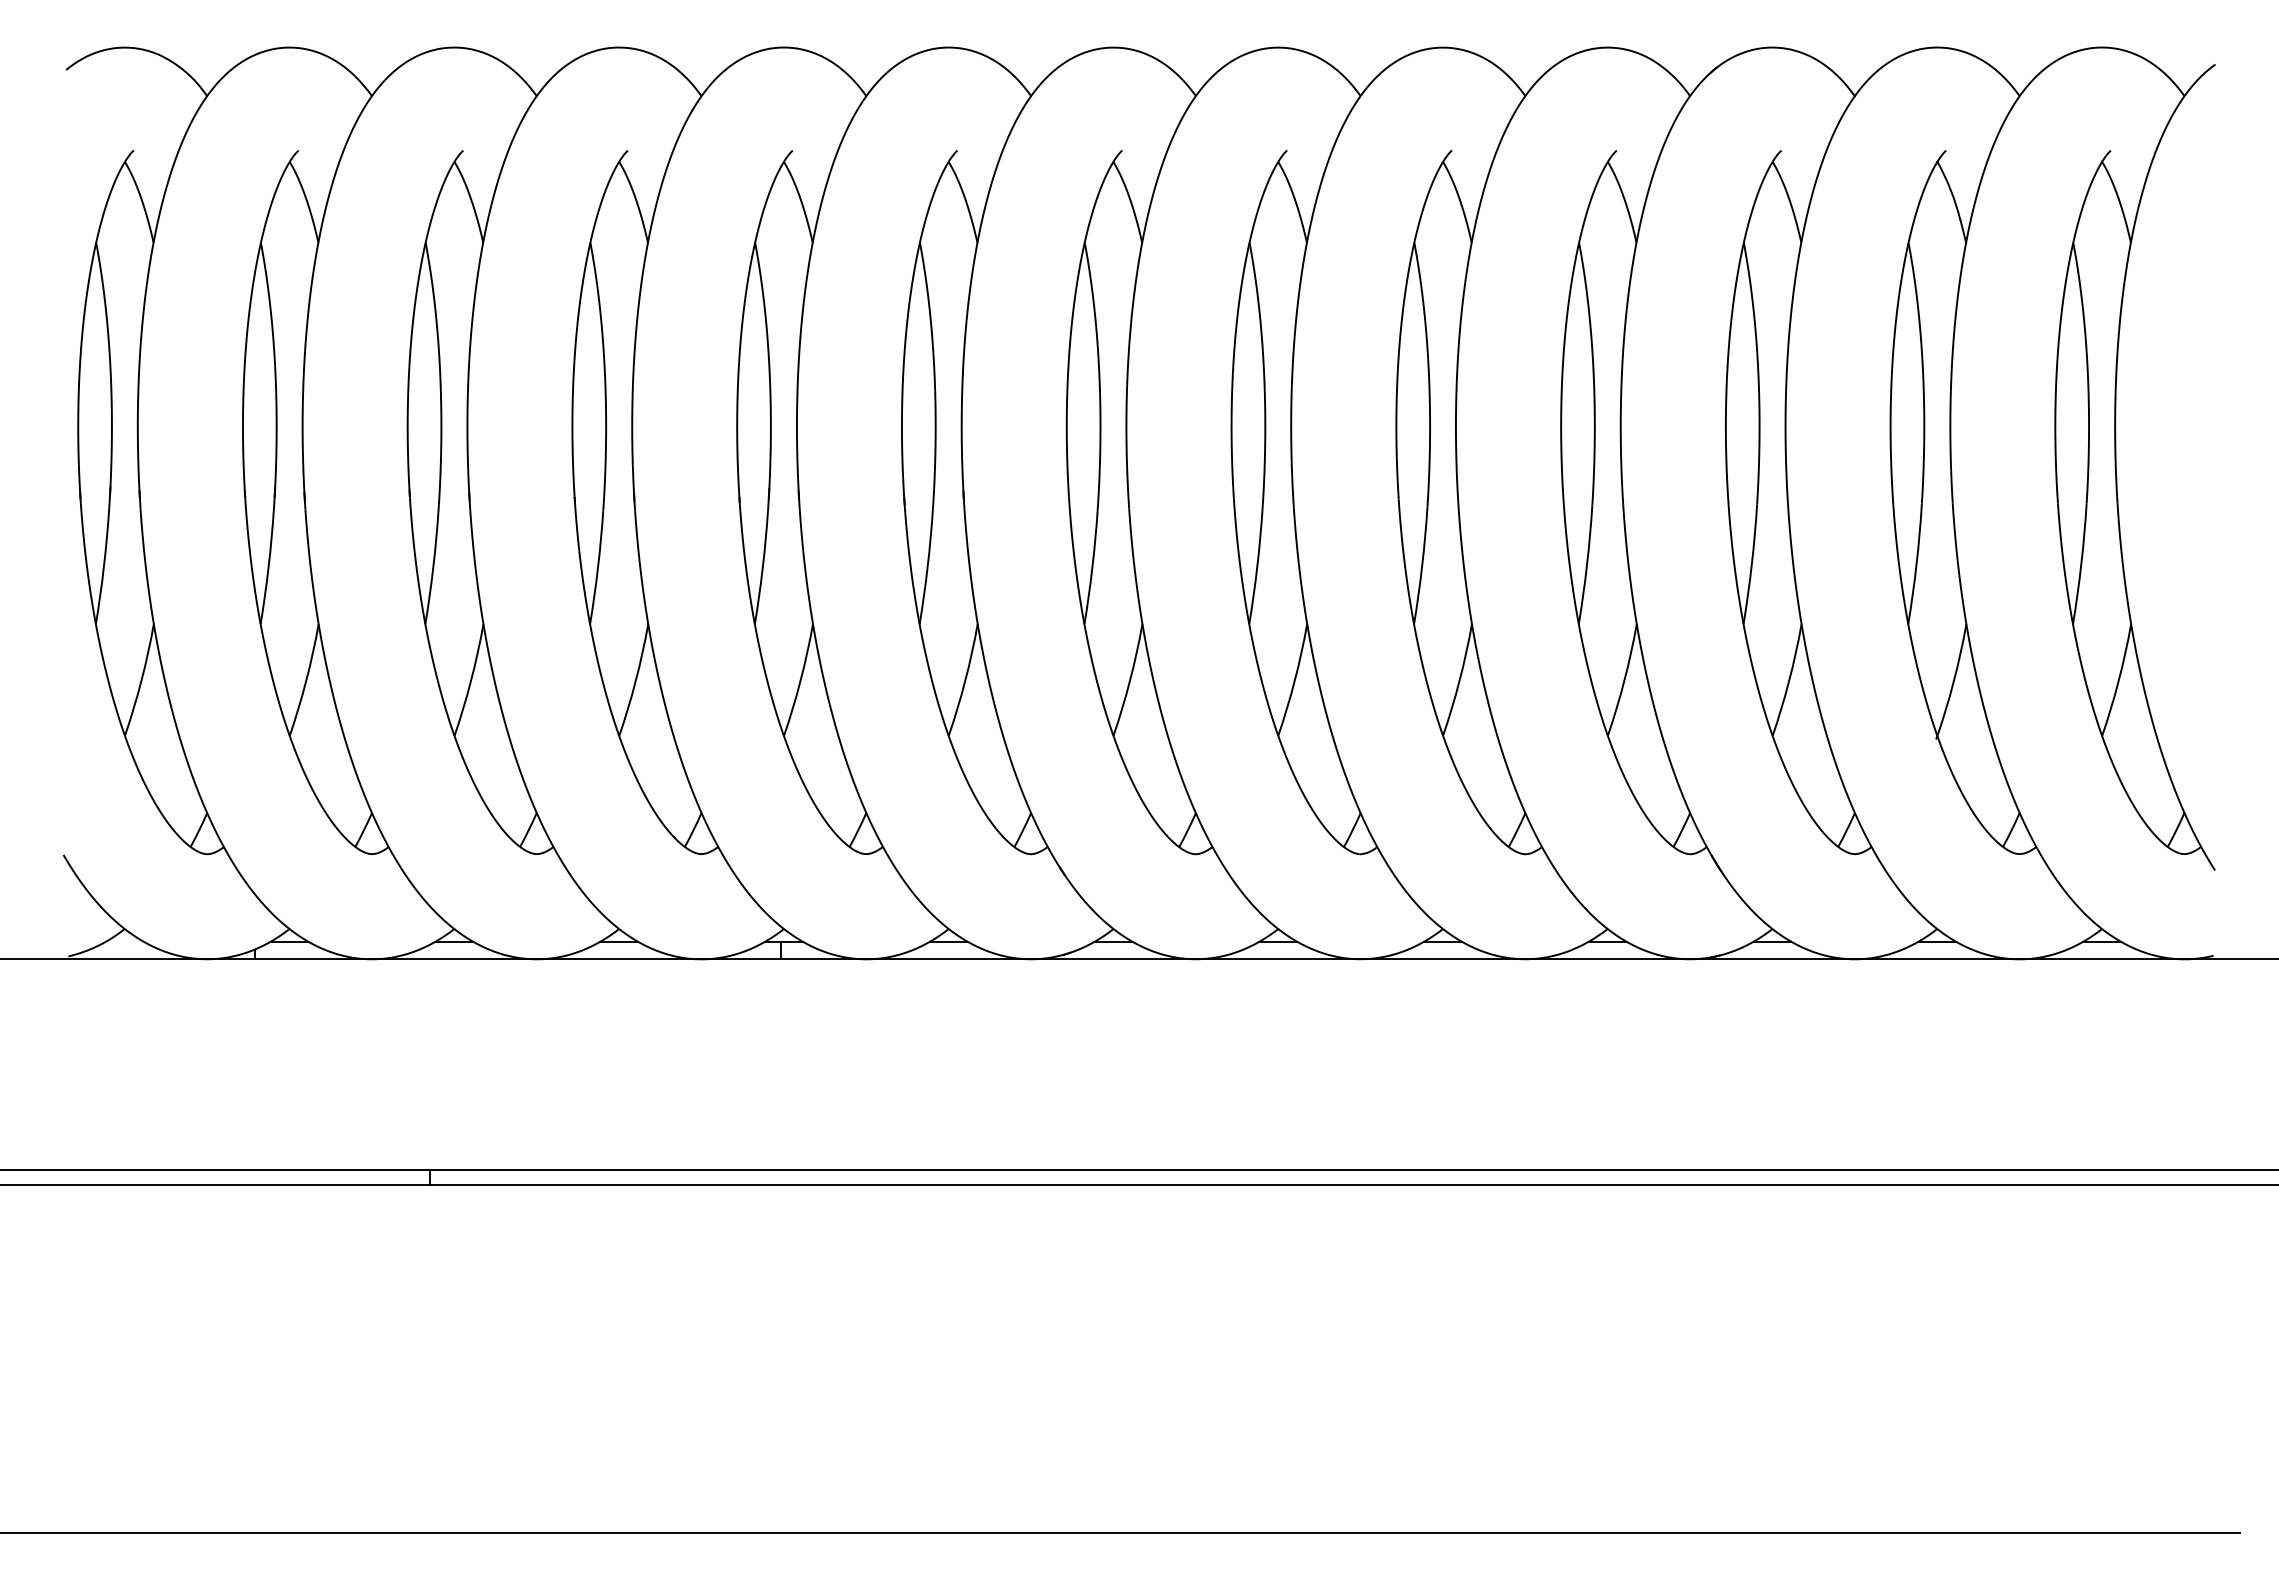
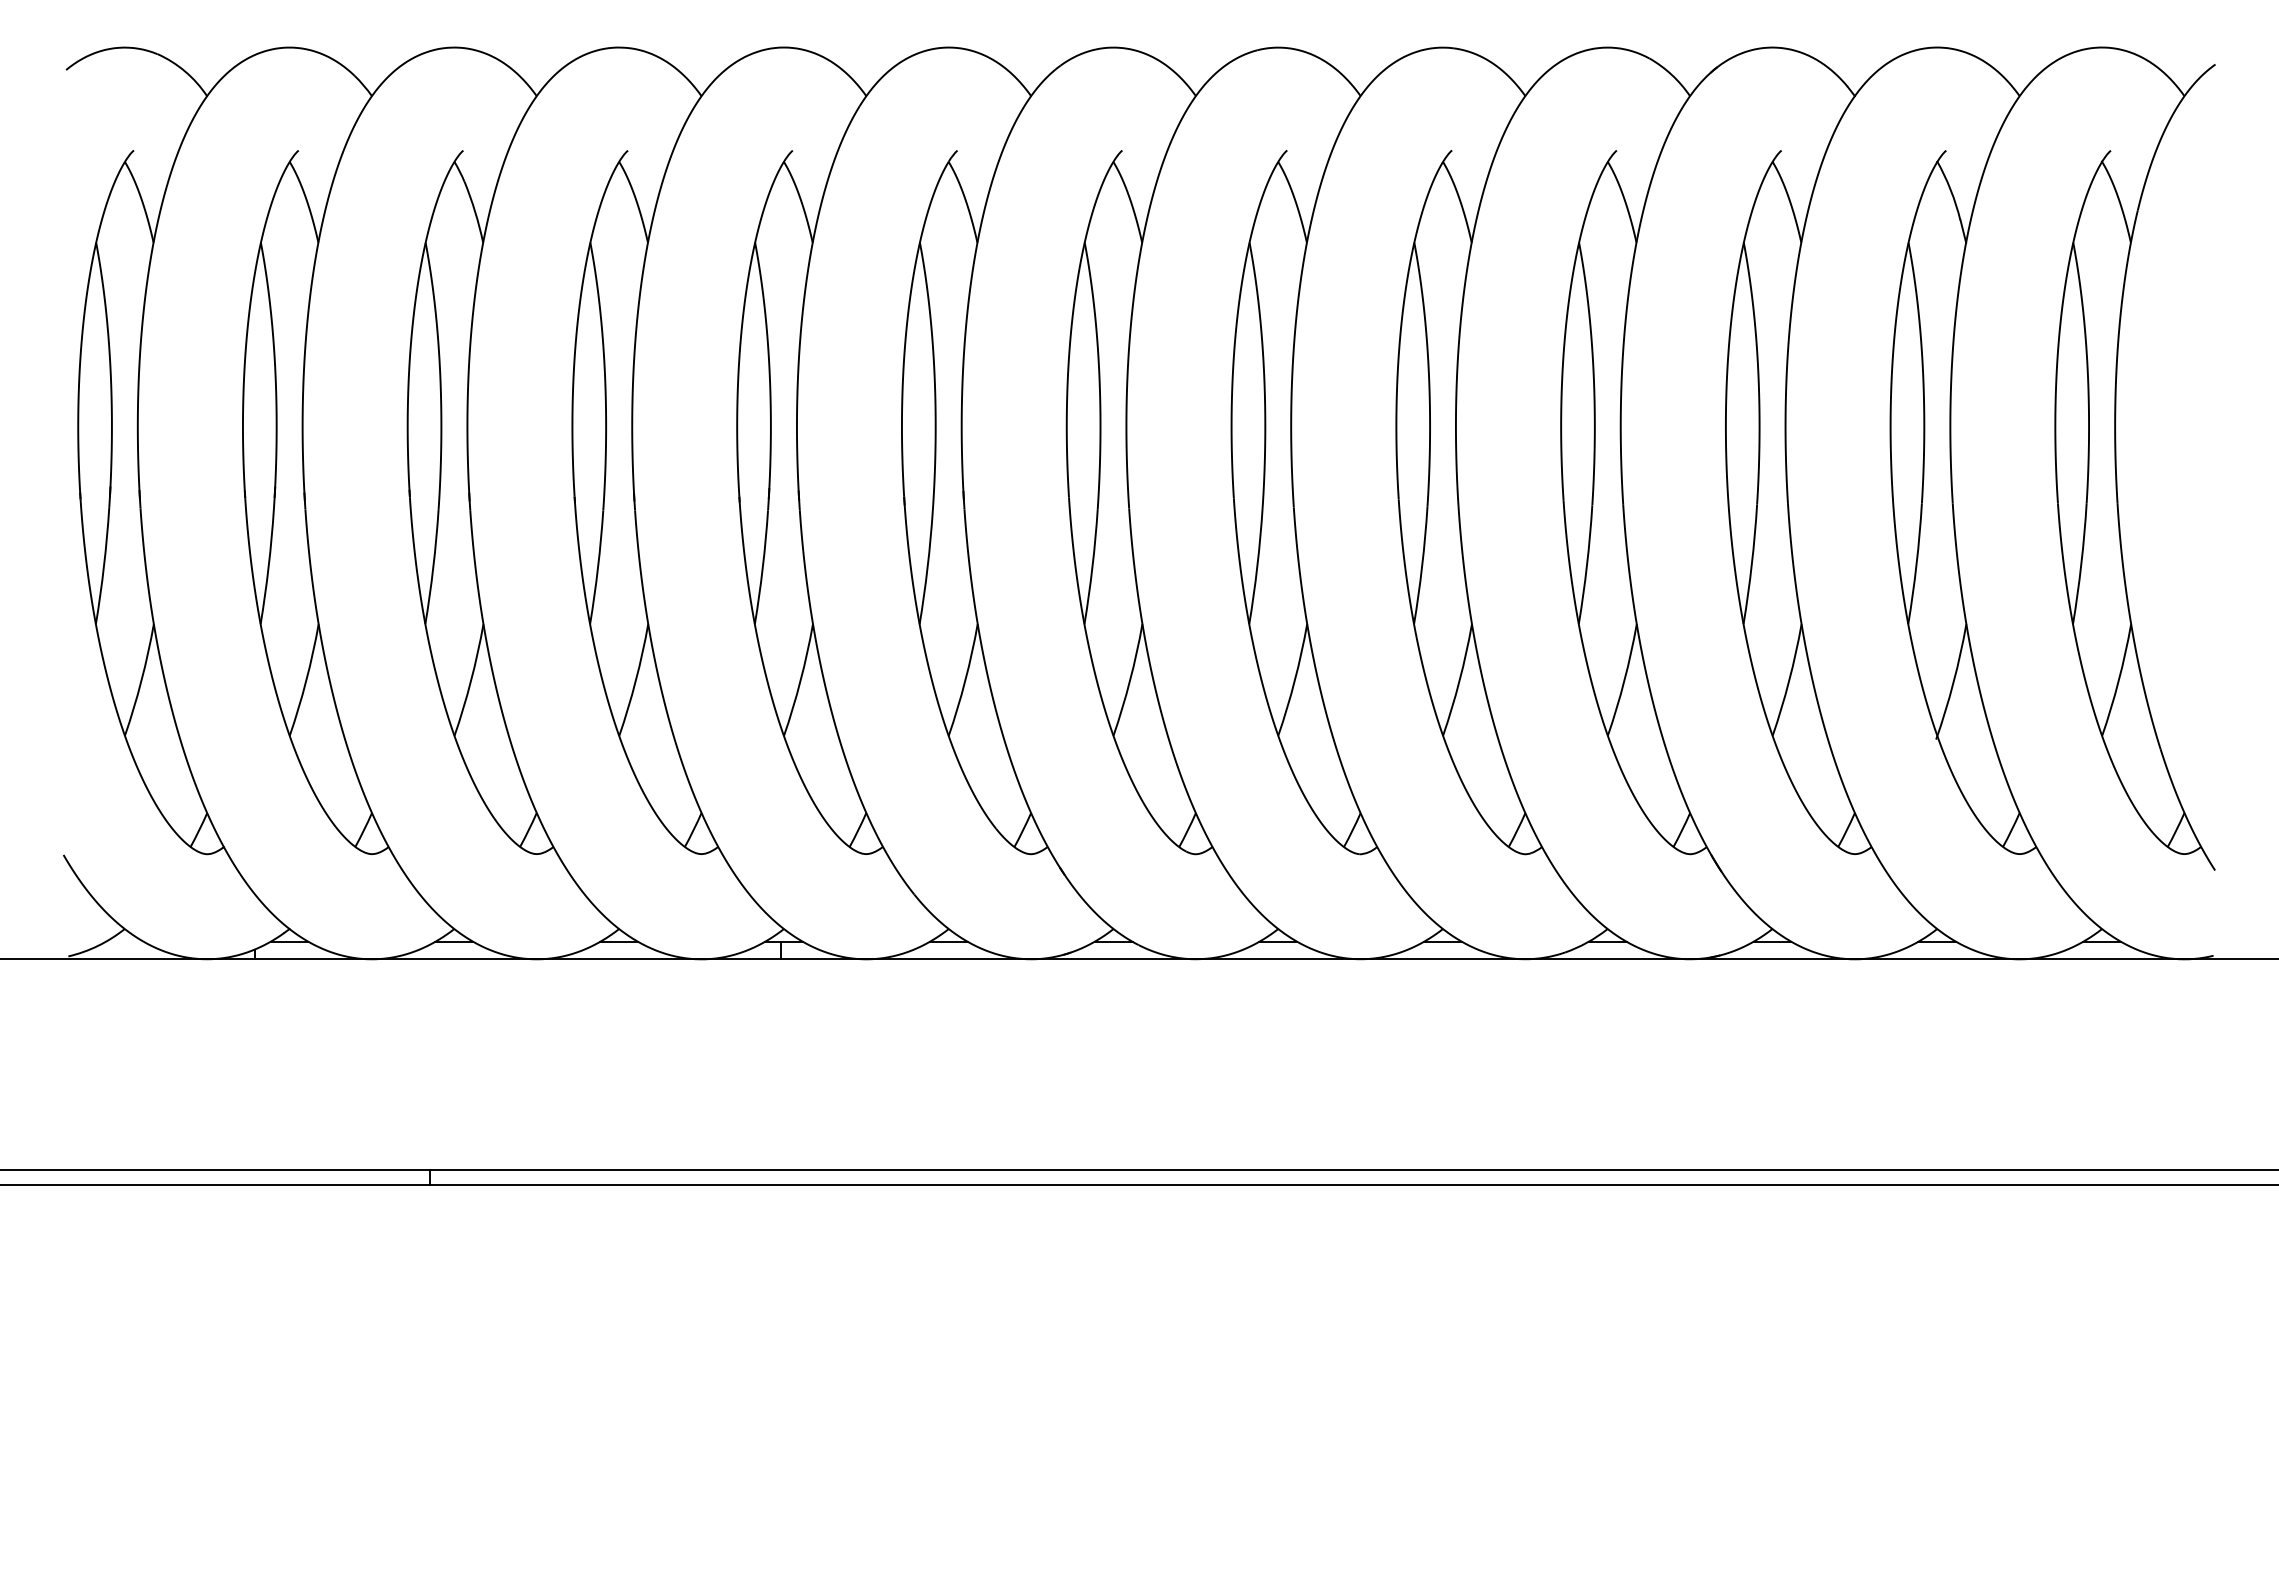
line at (1121, 1533): present -> none
